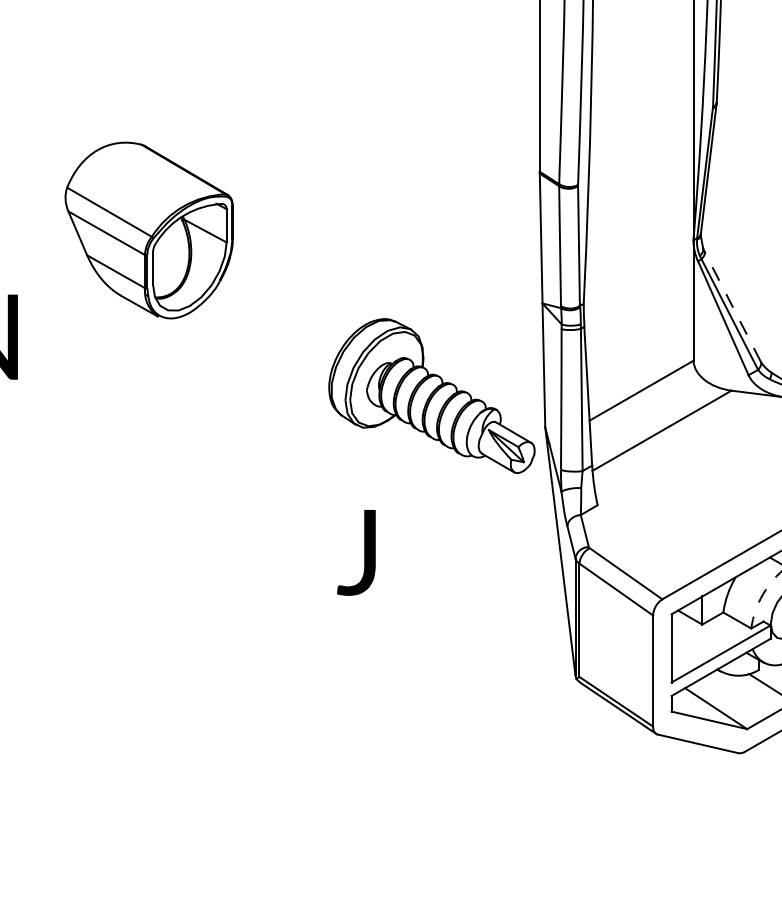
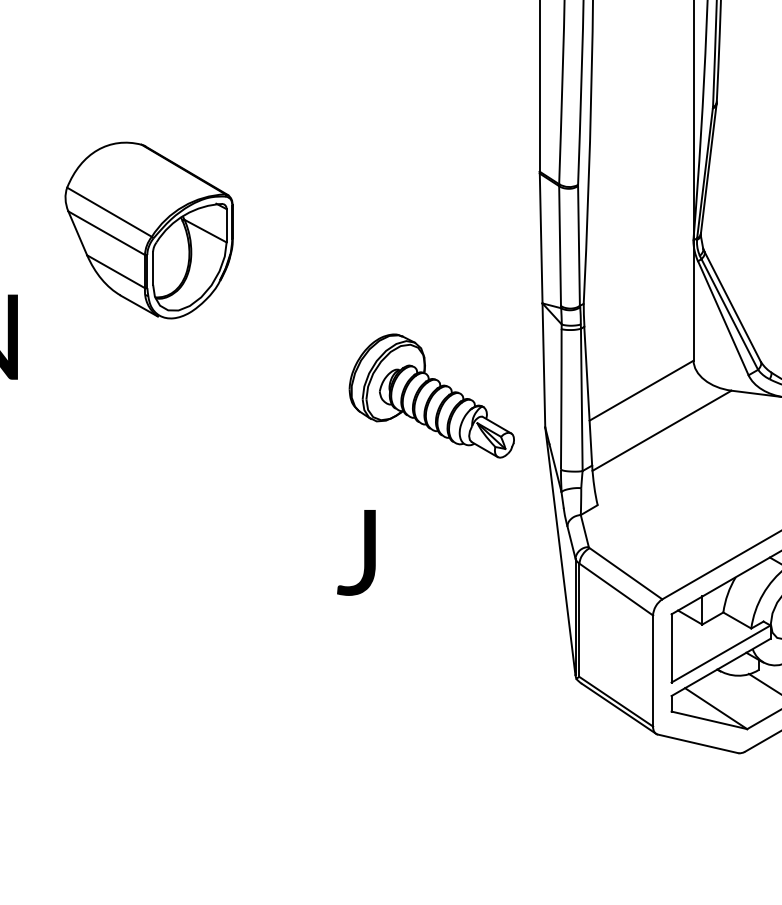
line at (732, 305): dashed -> solid
part at (431, 395) size: 208x156 px -> 167x126 px
arc at (761, 596): dashed -> solid
